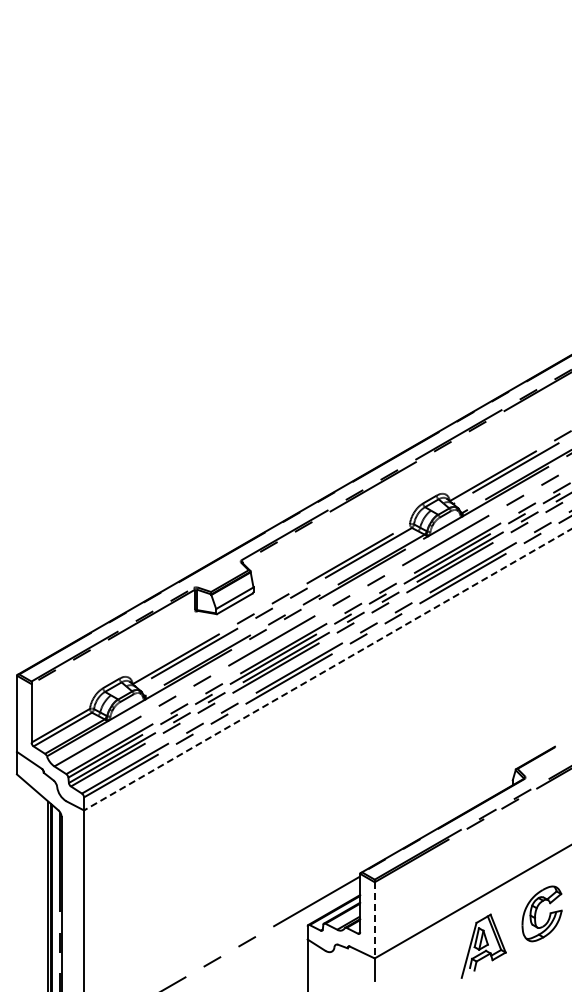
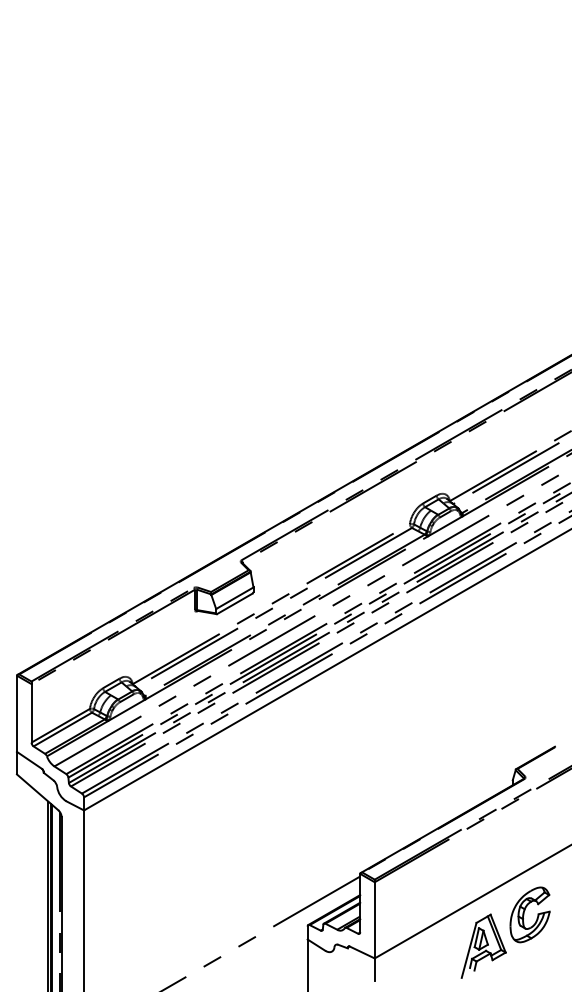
line at (327, 669): dashed -> solid
part at (541, 913) position: (541, 913) -> (529, 914)
line at (374, 920): dashed -> solid
